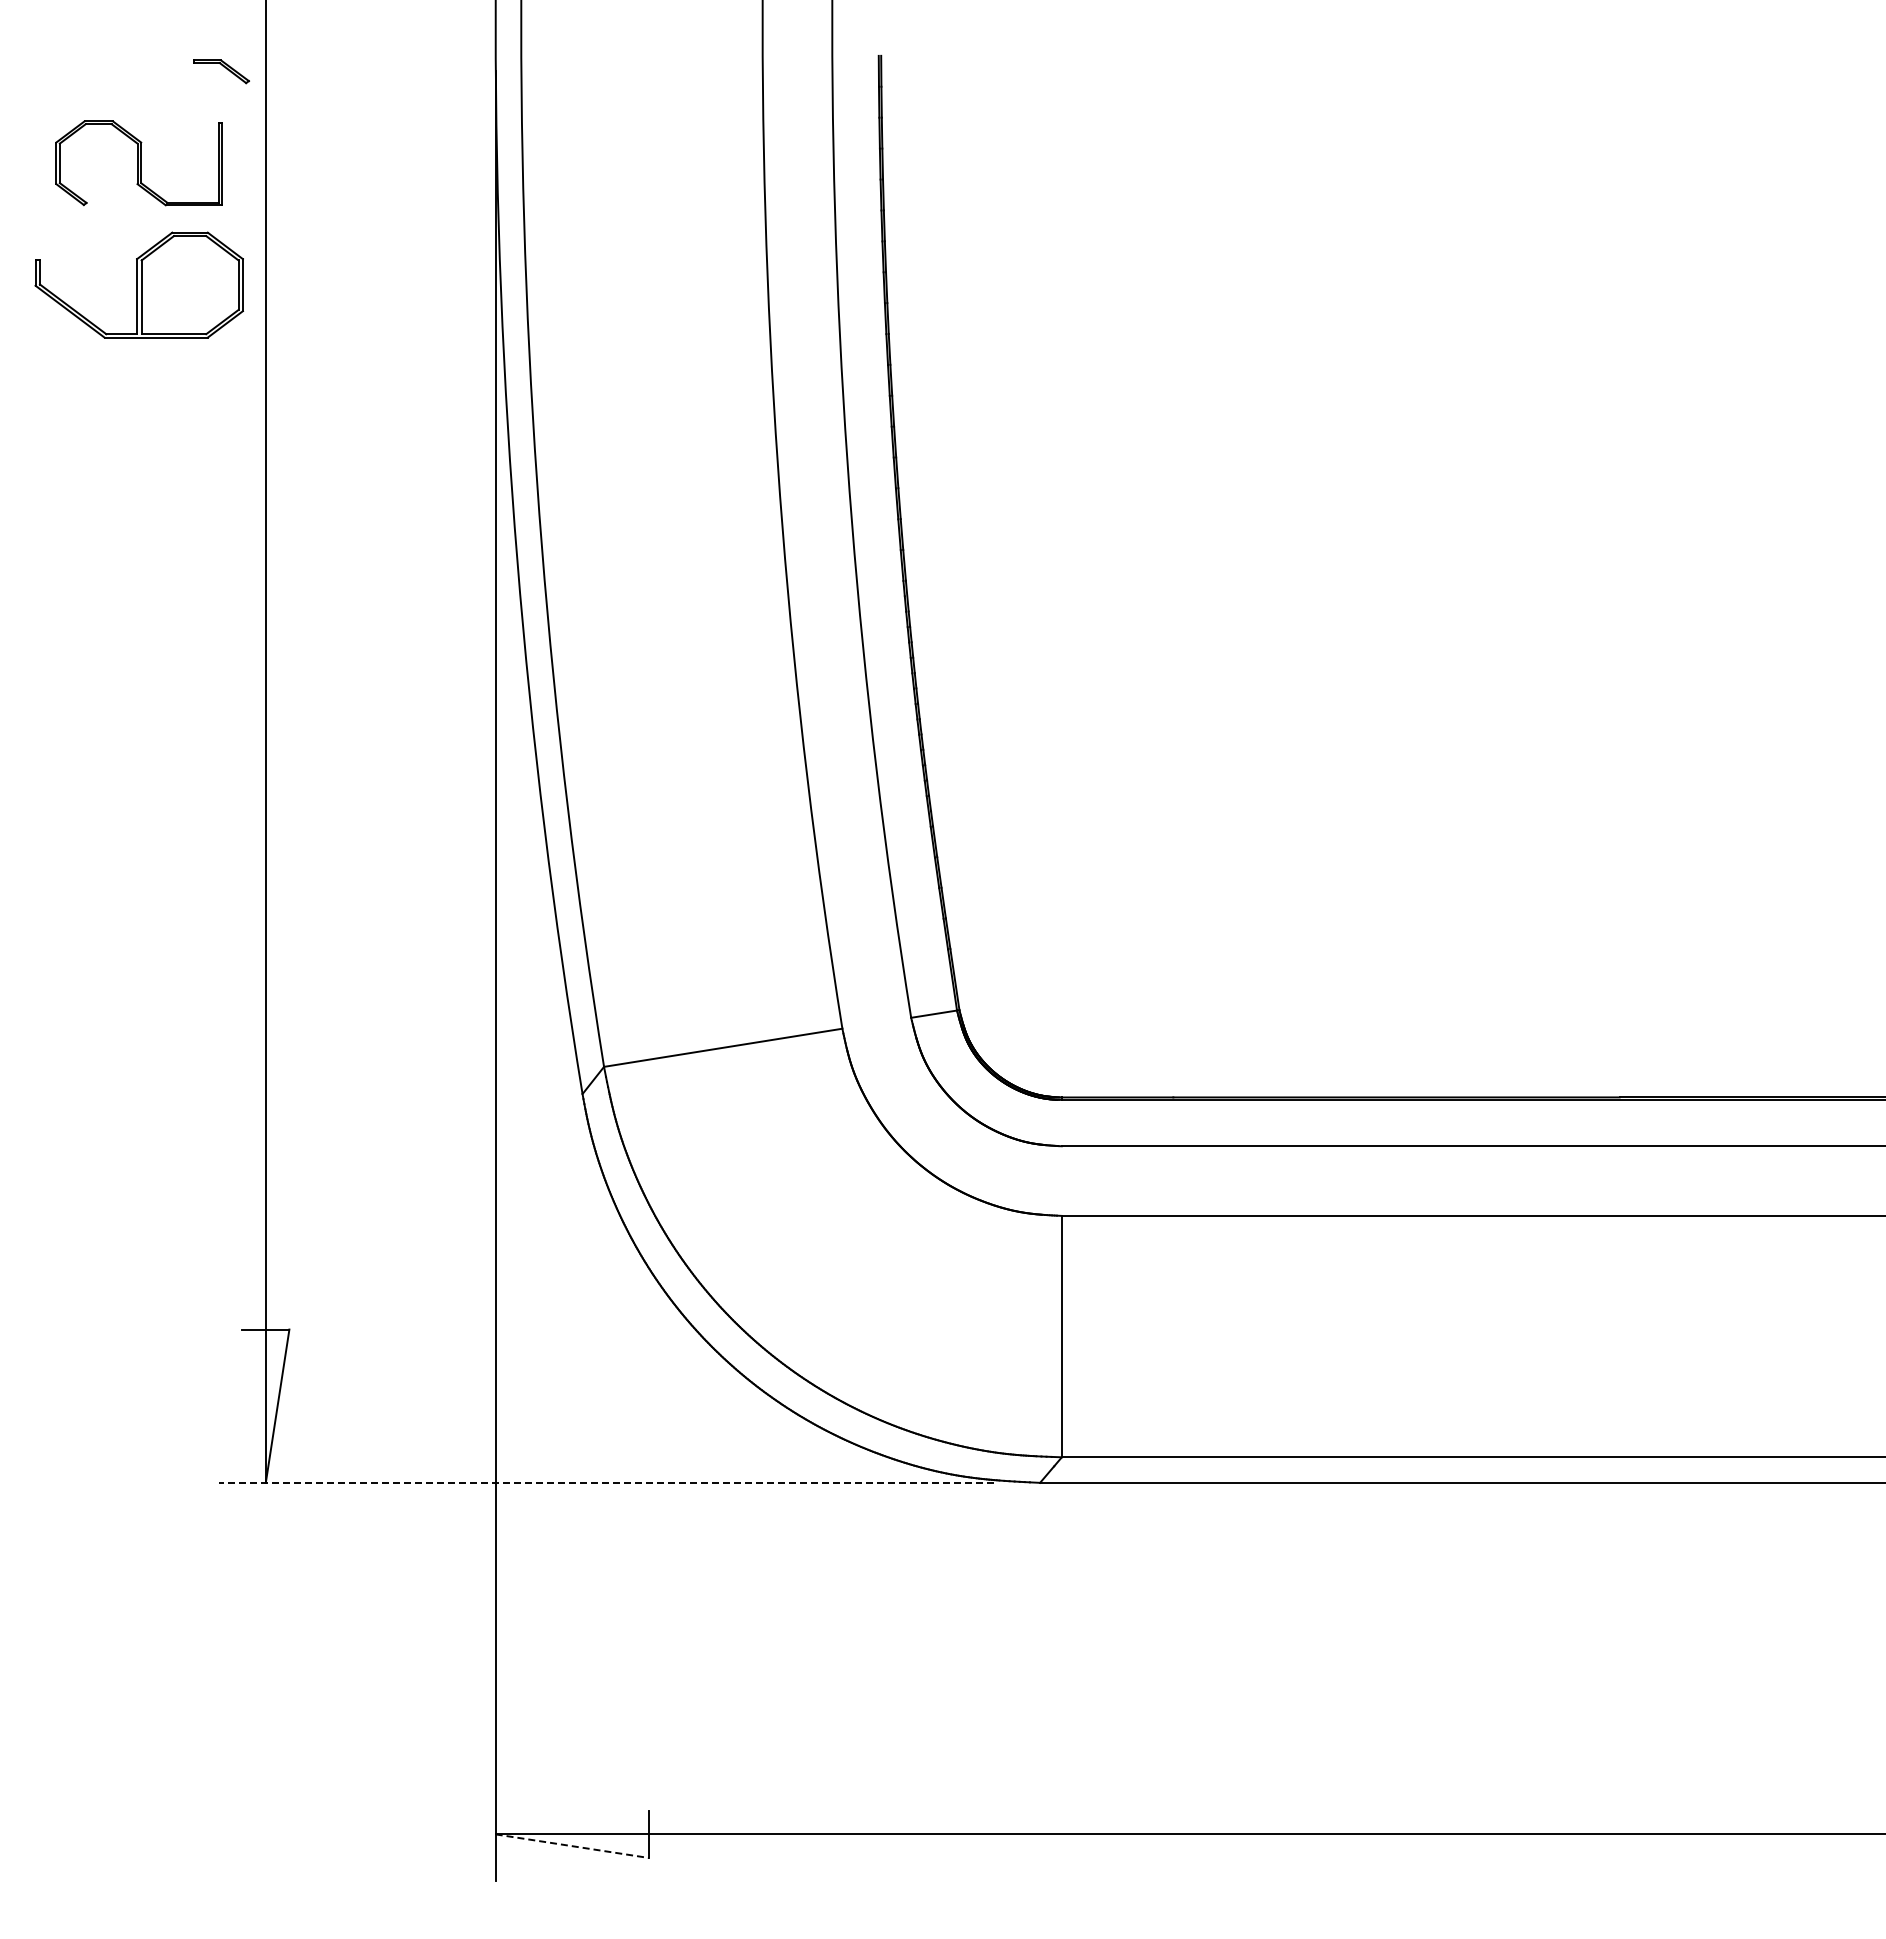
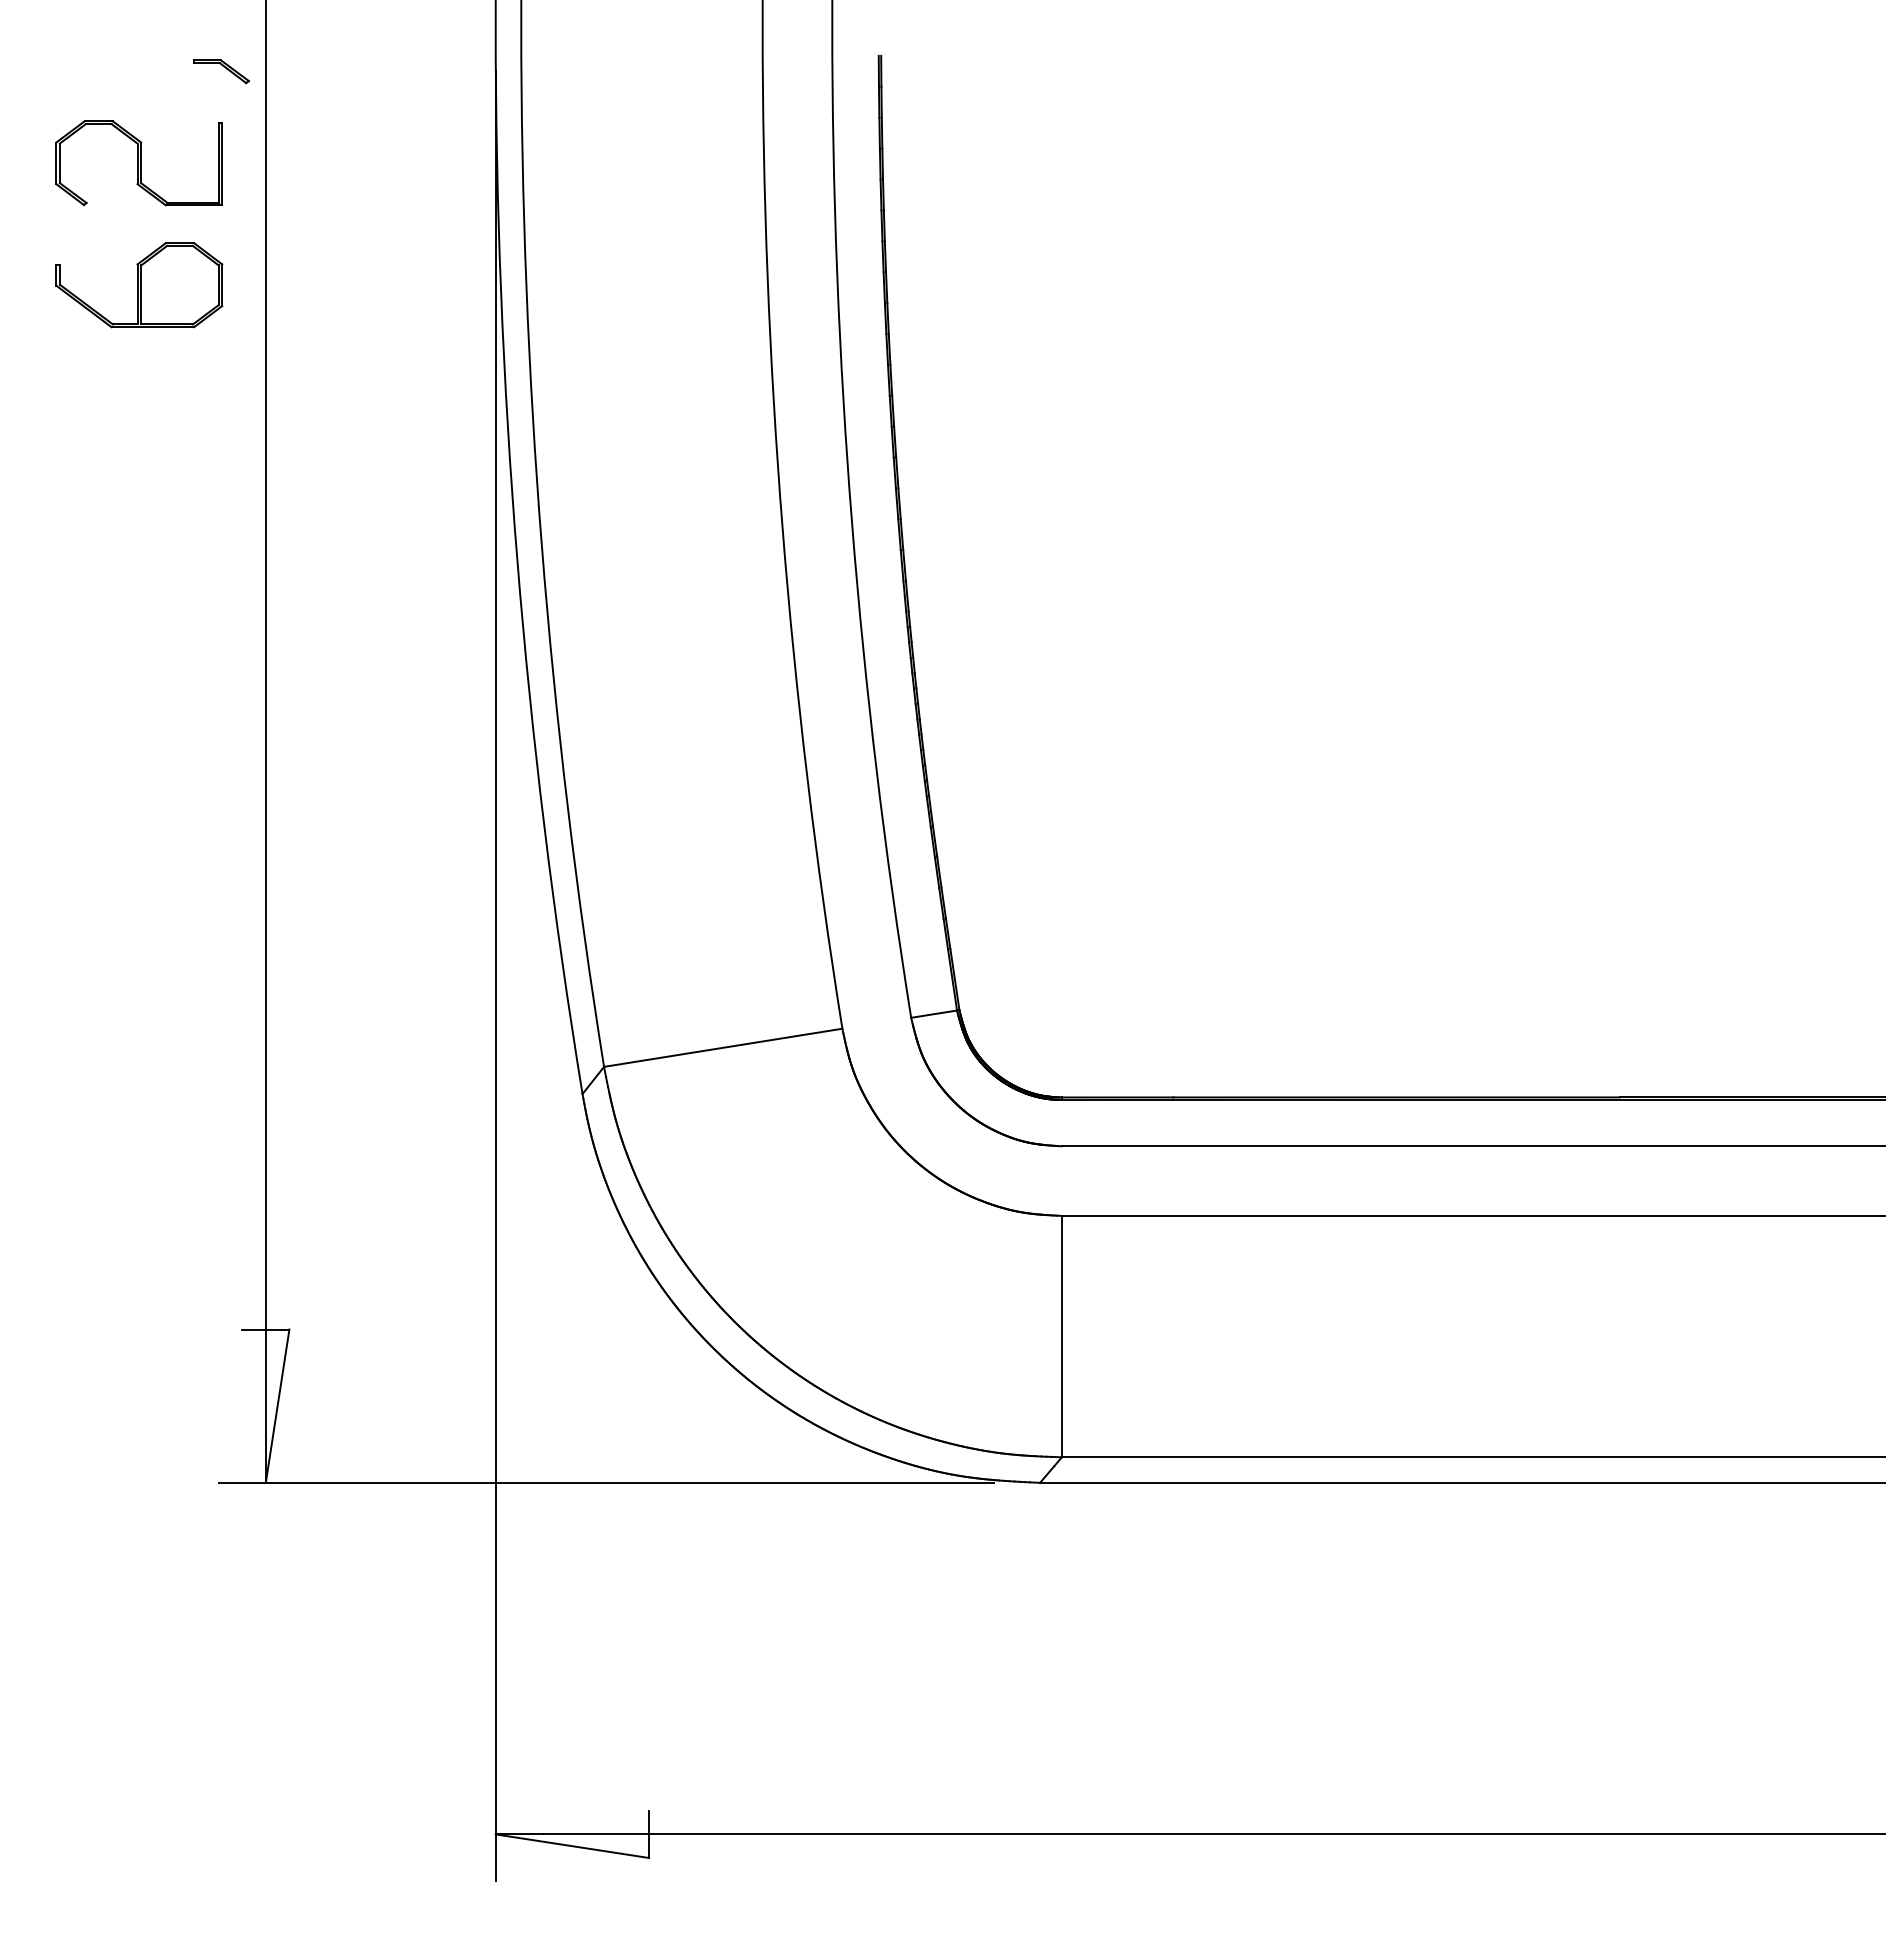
part at (138, 284) size: 210x108 px -> 169x87 px
line at (606, 1482): dashed -> solid
line at (572, 1846): dashed -> solid
